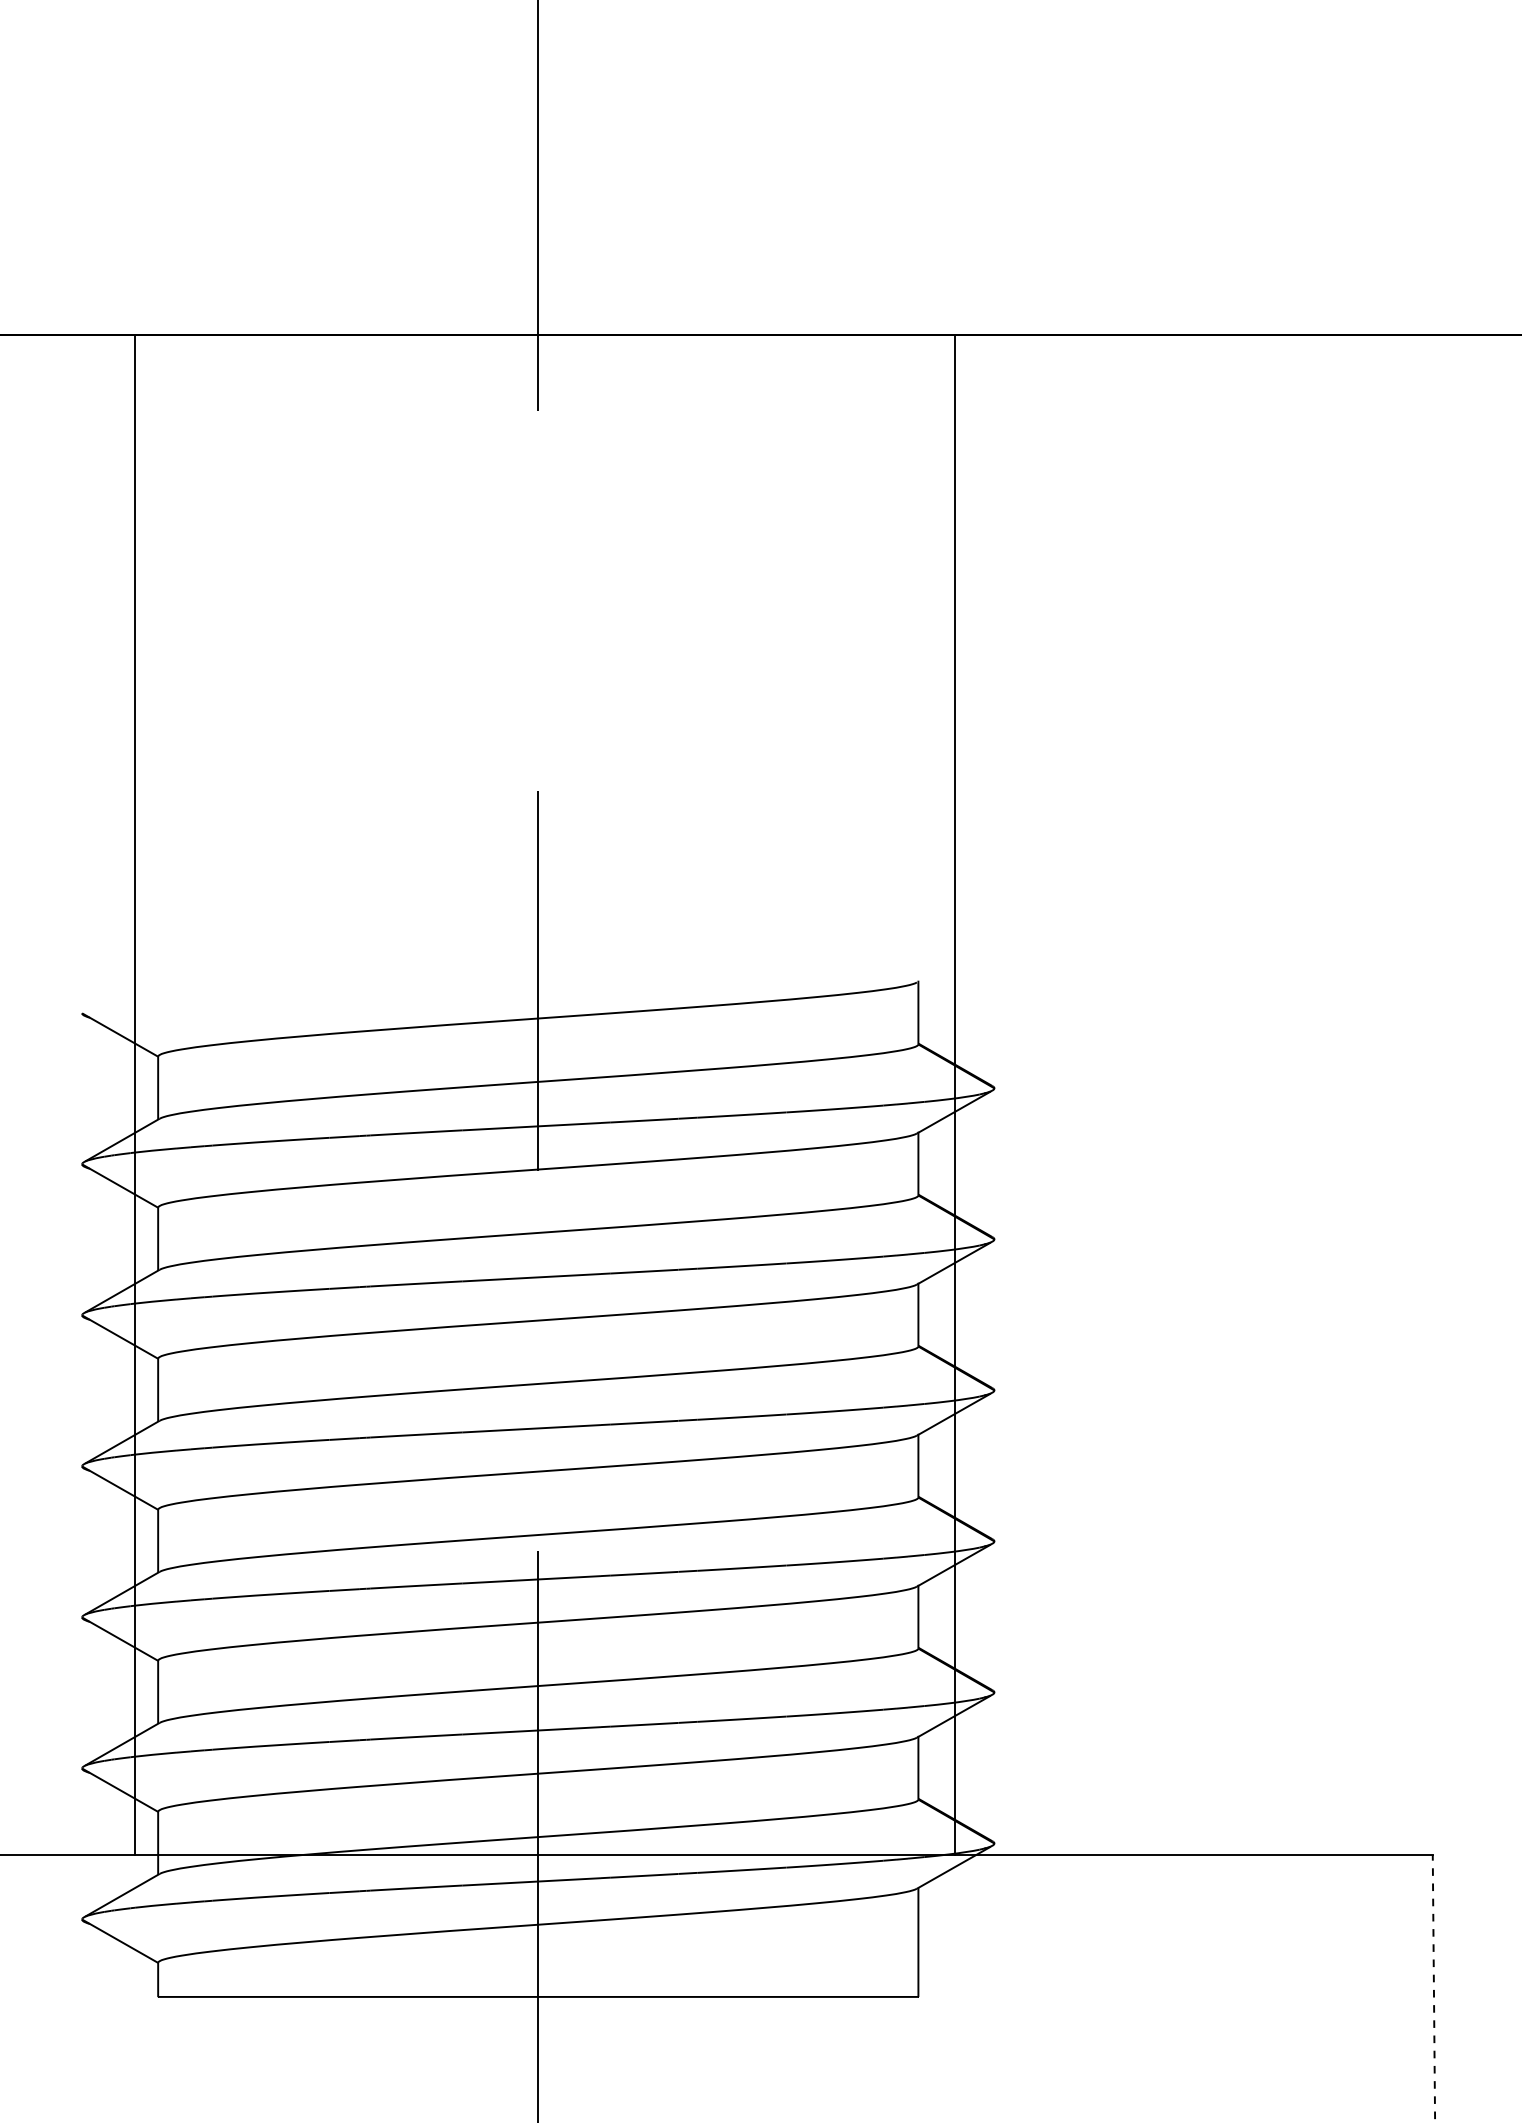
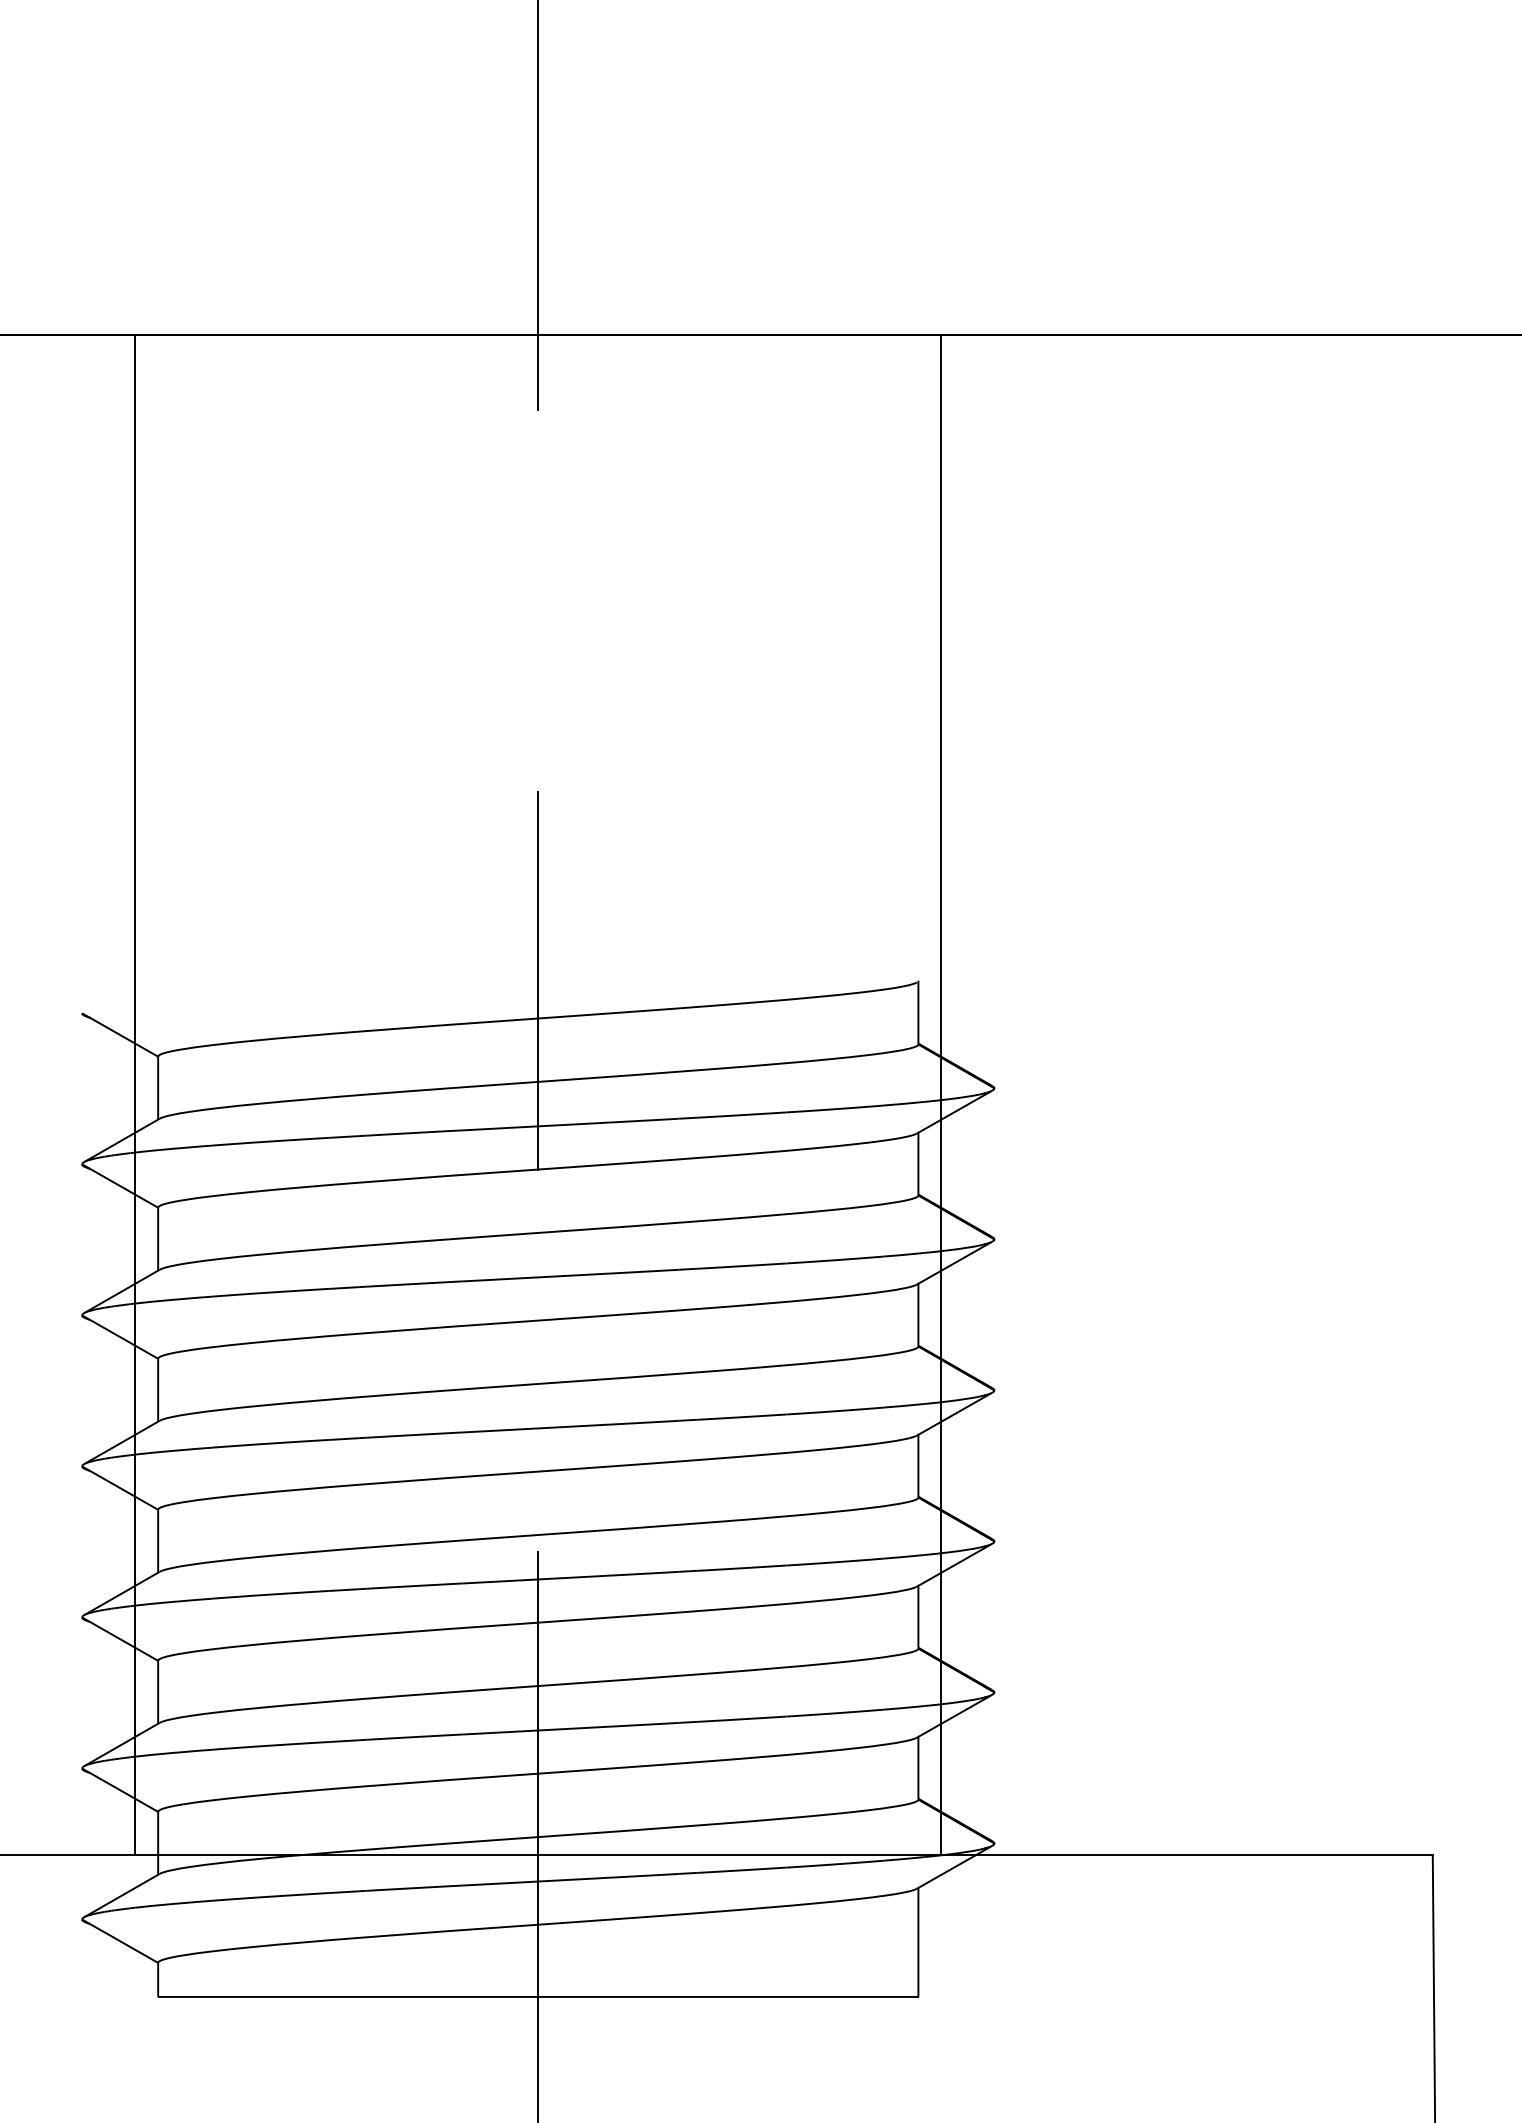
line at (955, 1094) position: (955, 1094) -> (941, 1094)
line at (1433, 1988): dashed -> solid
